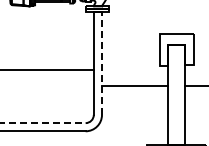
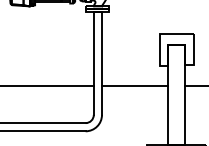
line at (101, 63): dashed -> solid
line at (47, 69) position: (47, 69) -> (47, 85)
line at (43, 123): dashed -> solid
